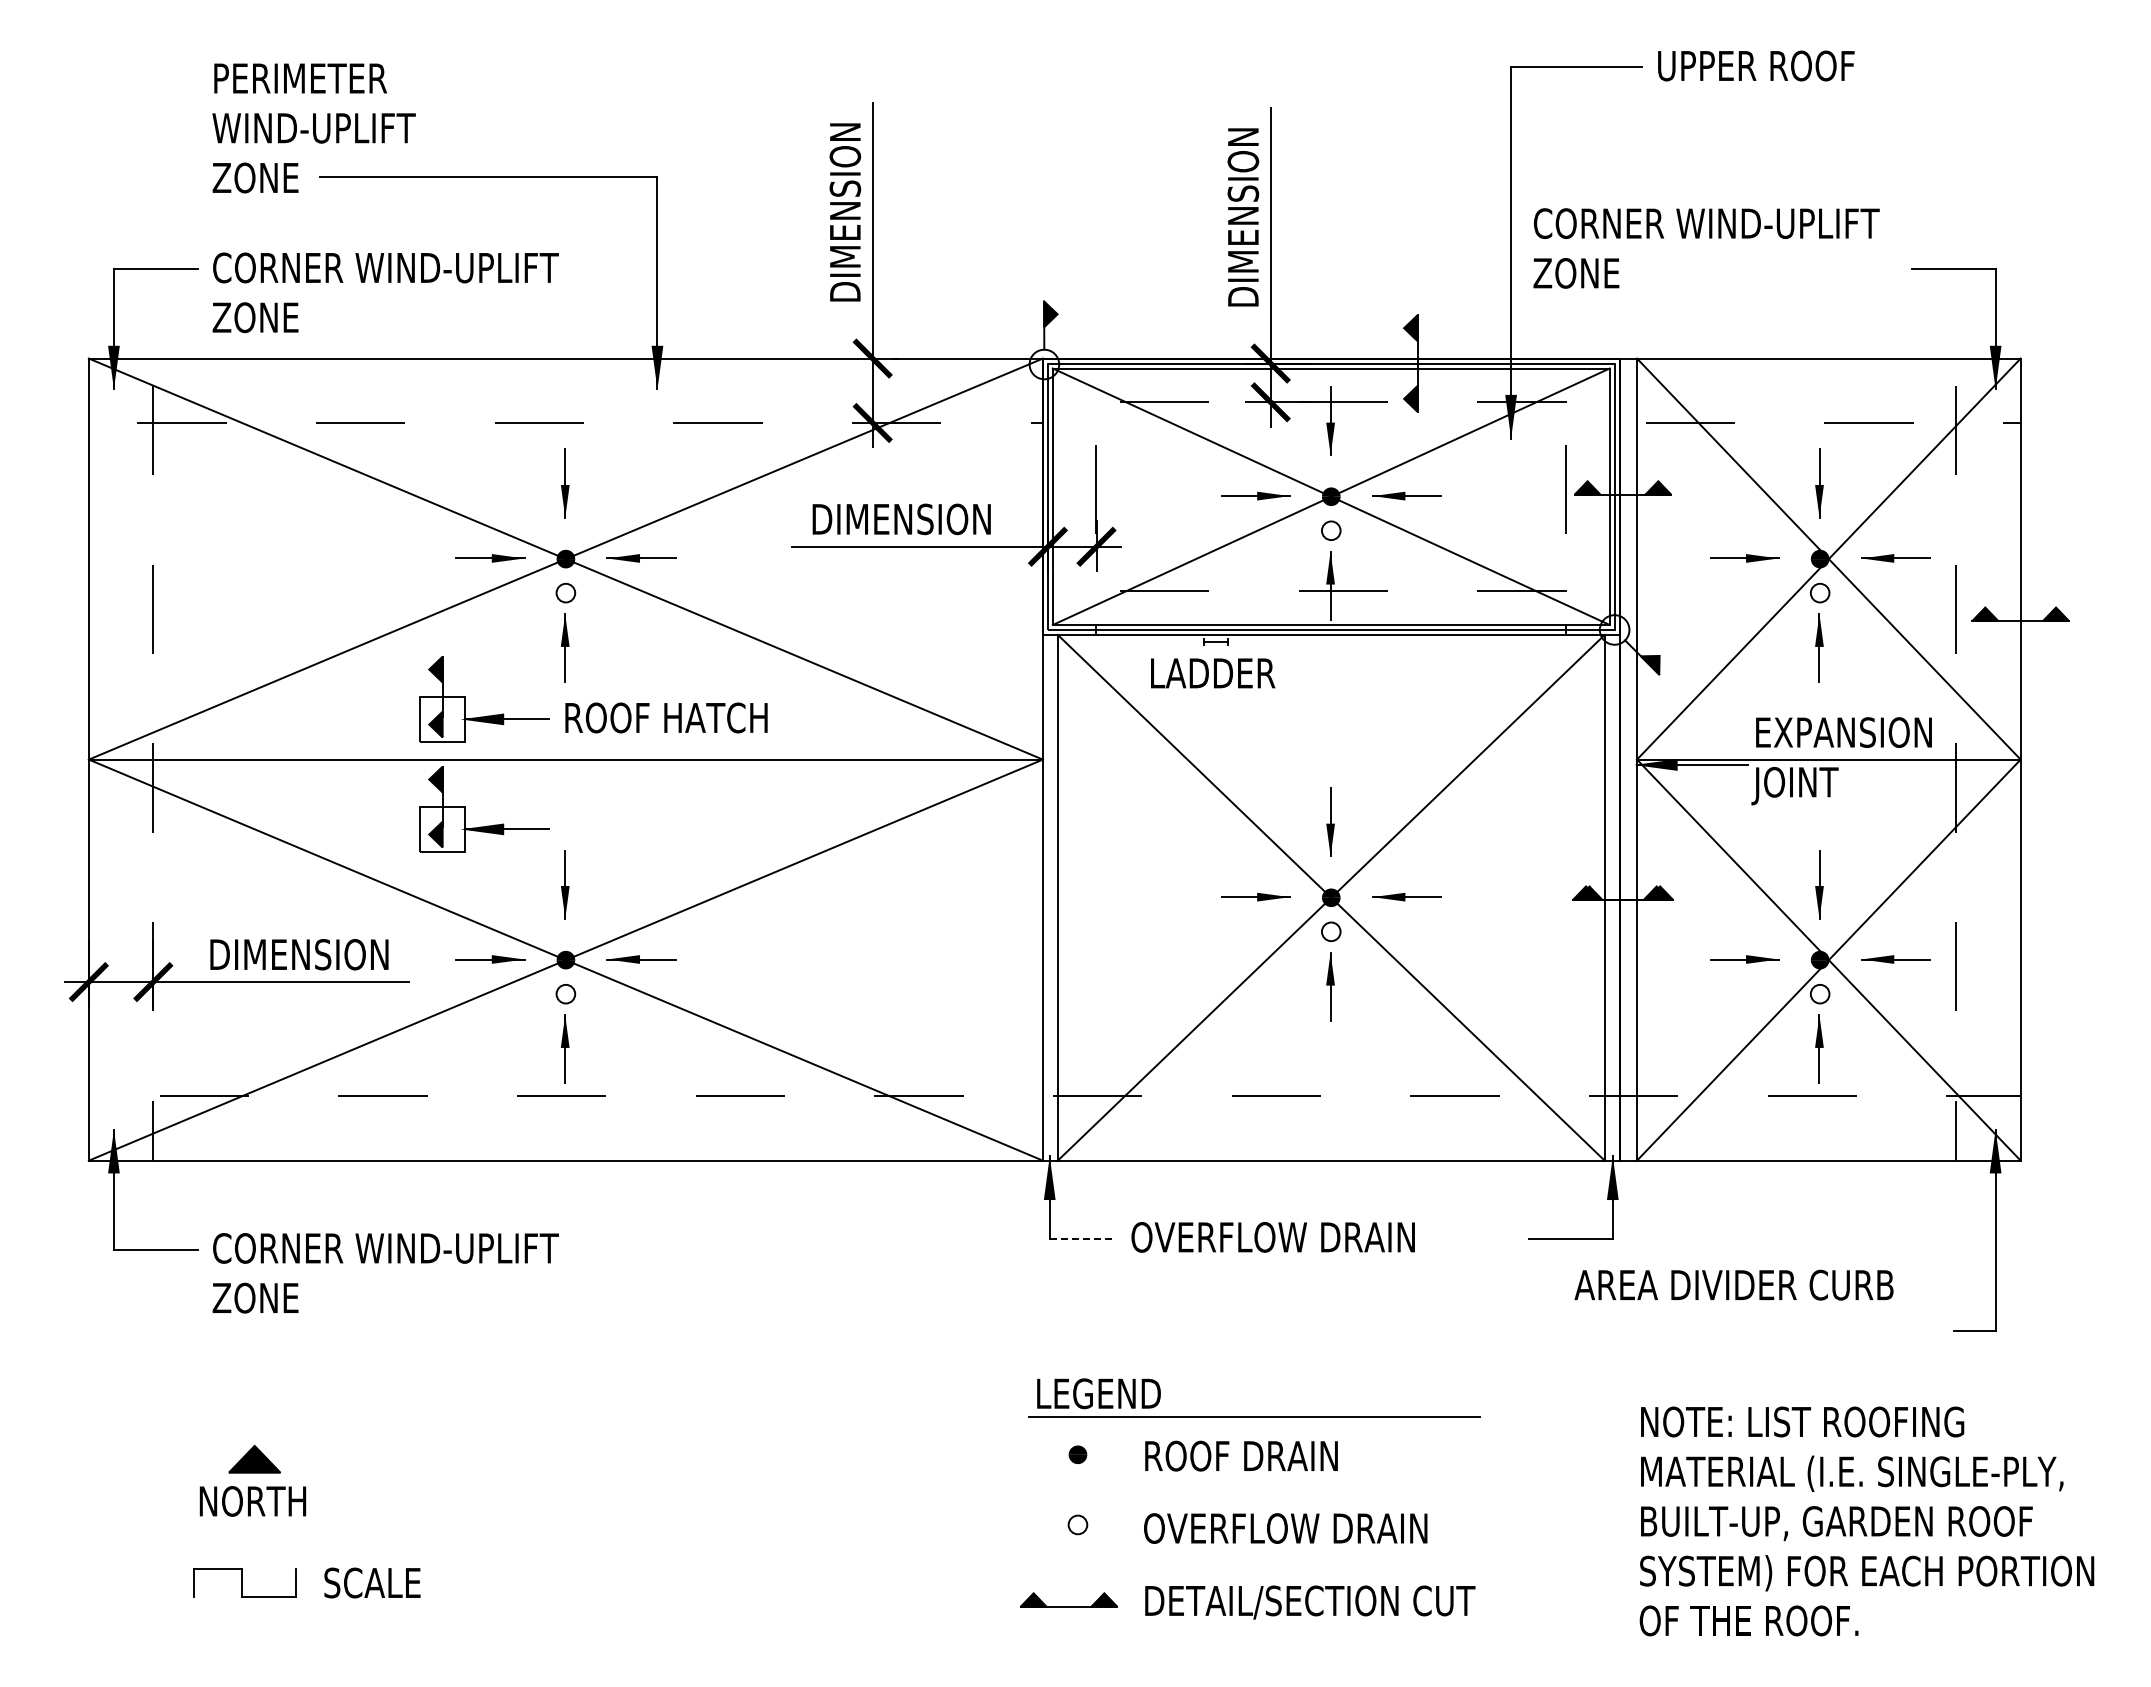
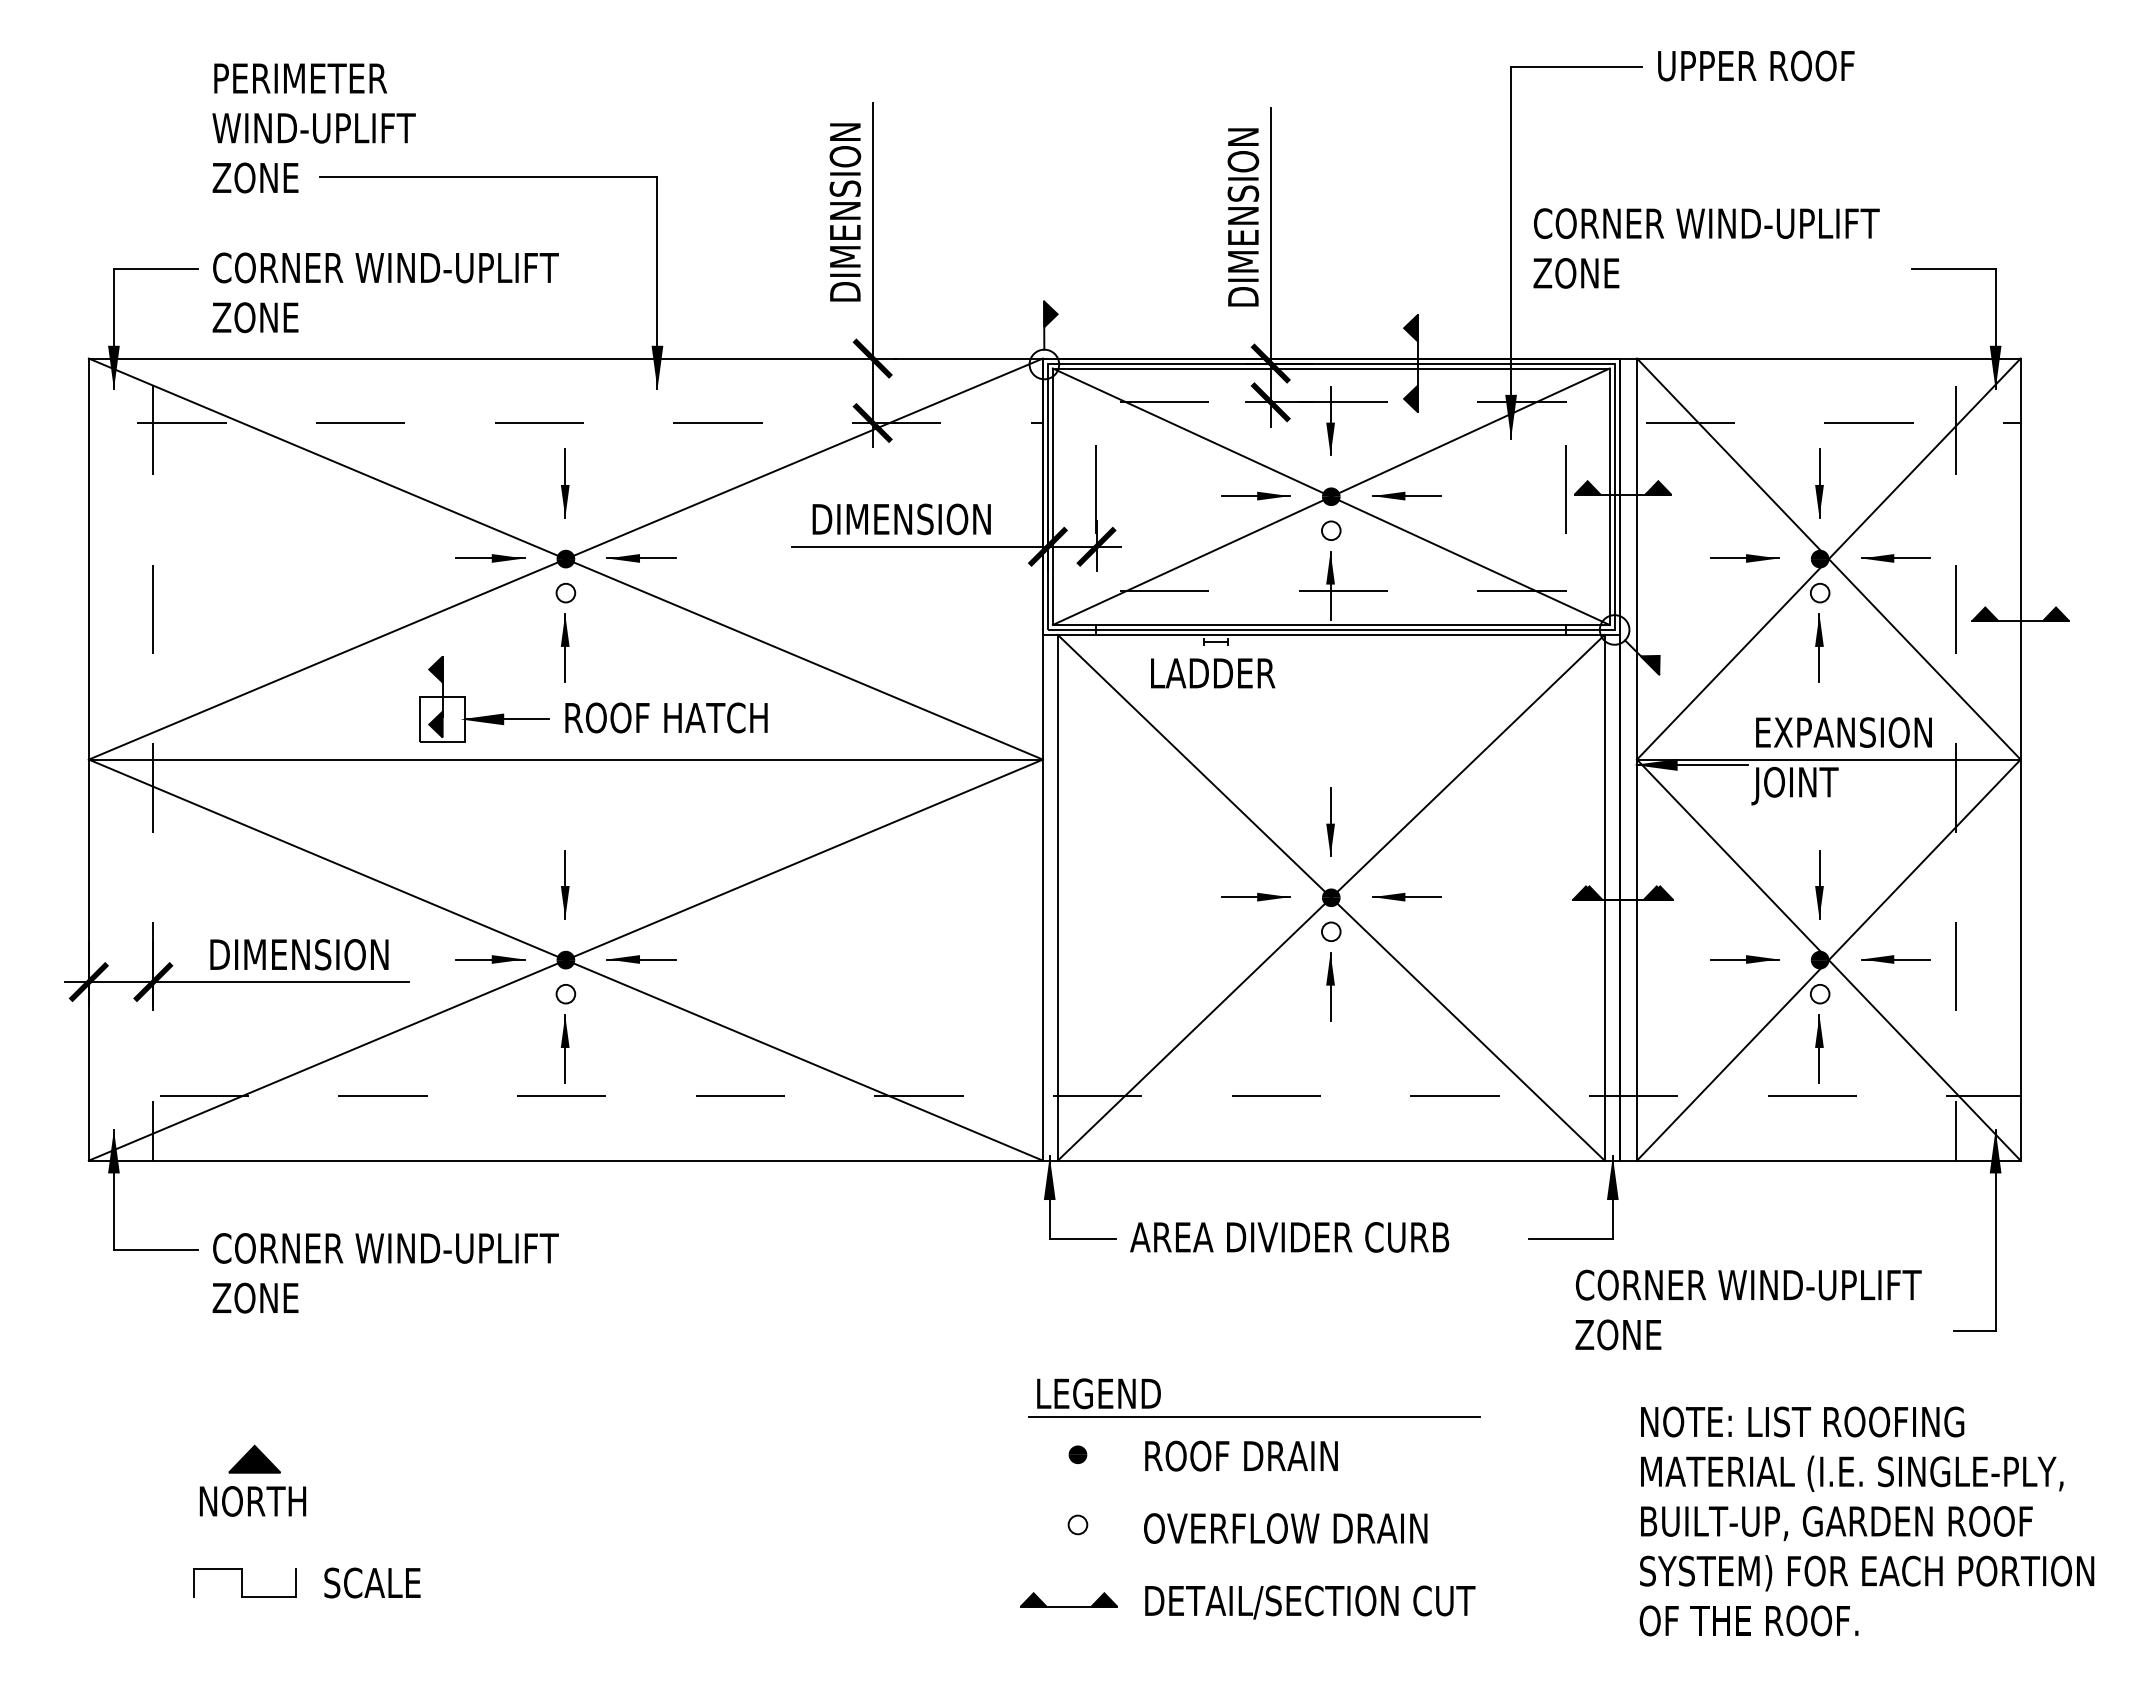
part at (487, 825): present -> none
text at (1289, 1237): OVERFLOW DRAIN -> AREA DIVIDER CURB
line at (1083, 1238): dashed -> solid
text at (1747, 1309): AREA DIVIDER CURB -> CORNER WIND-UPLIFT ZONE
